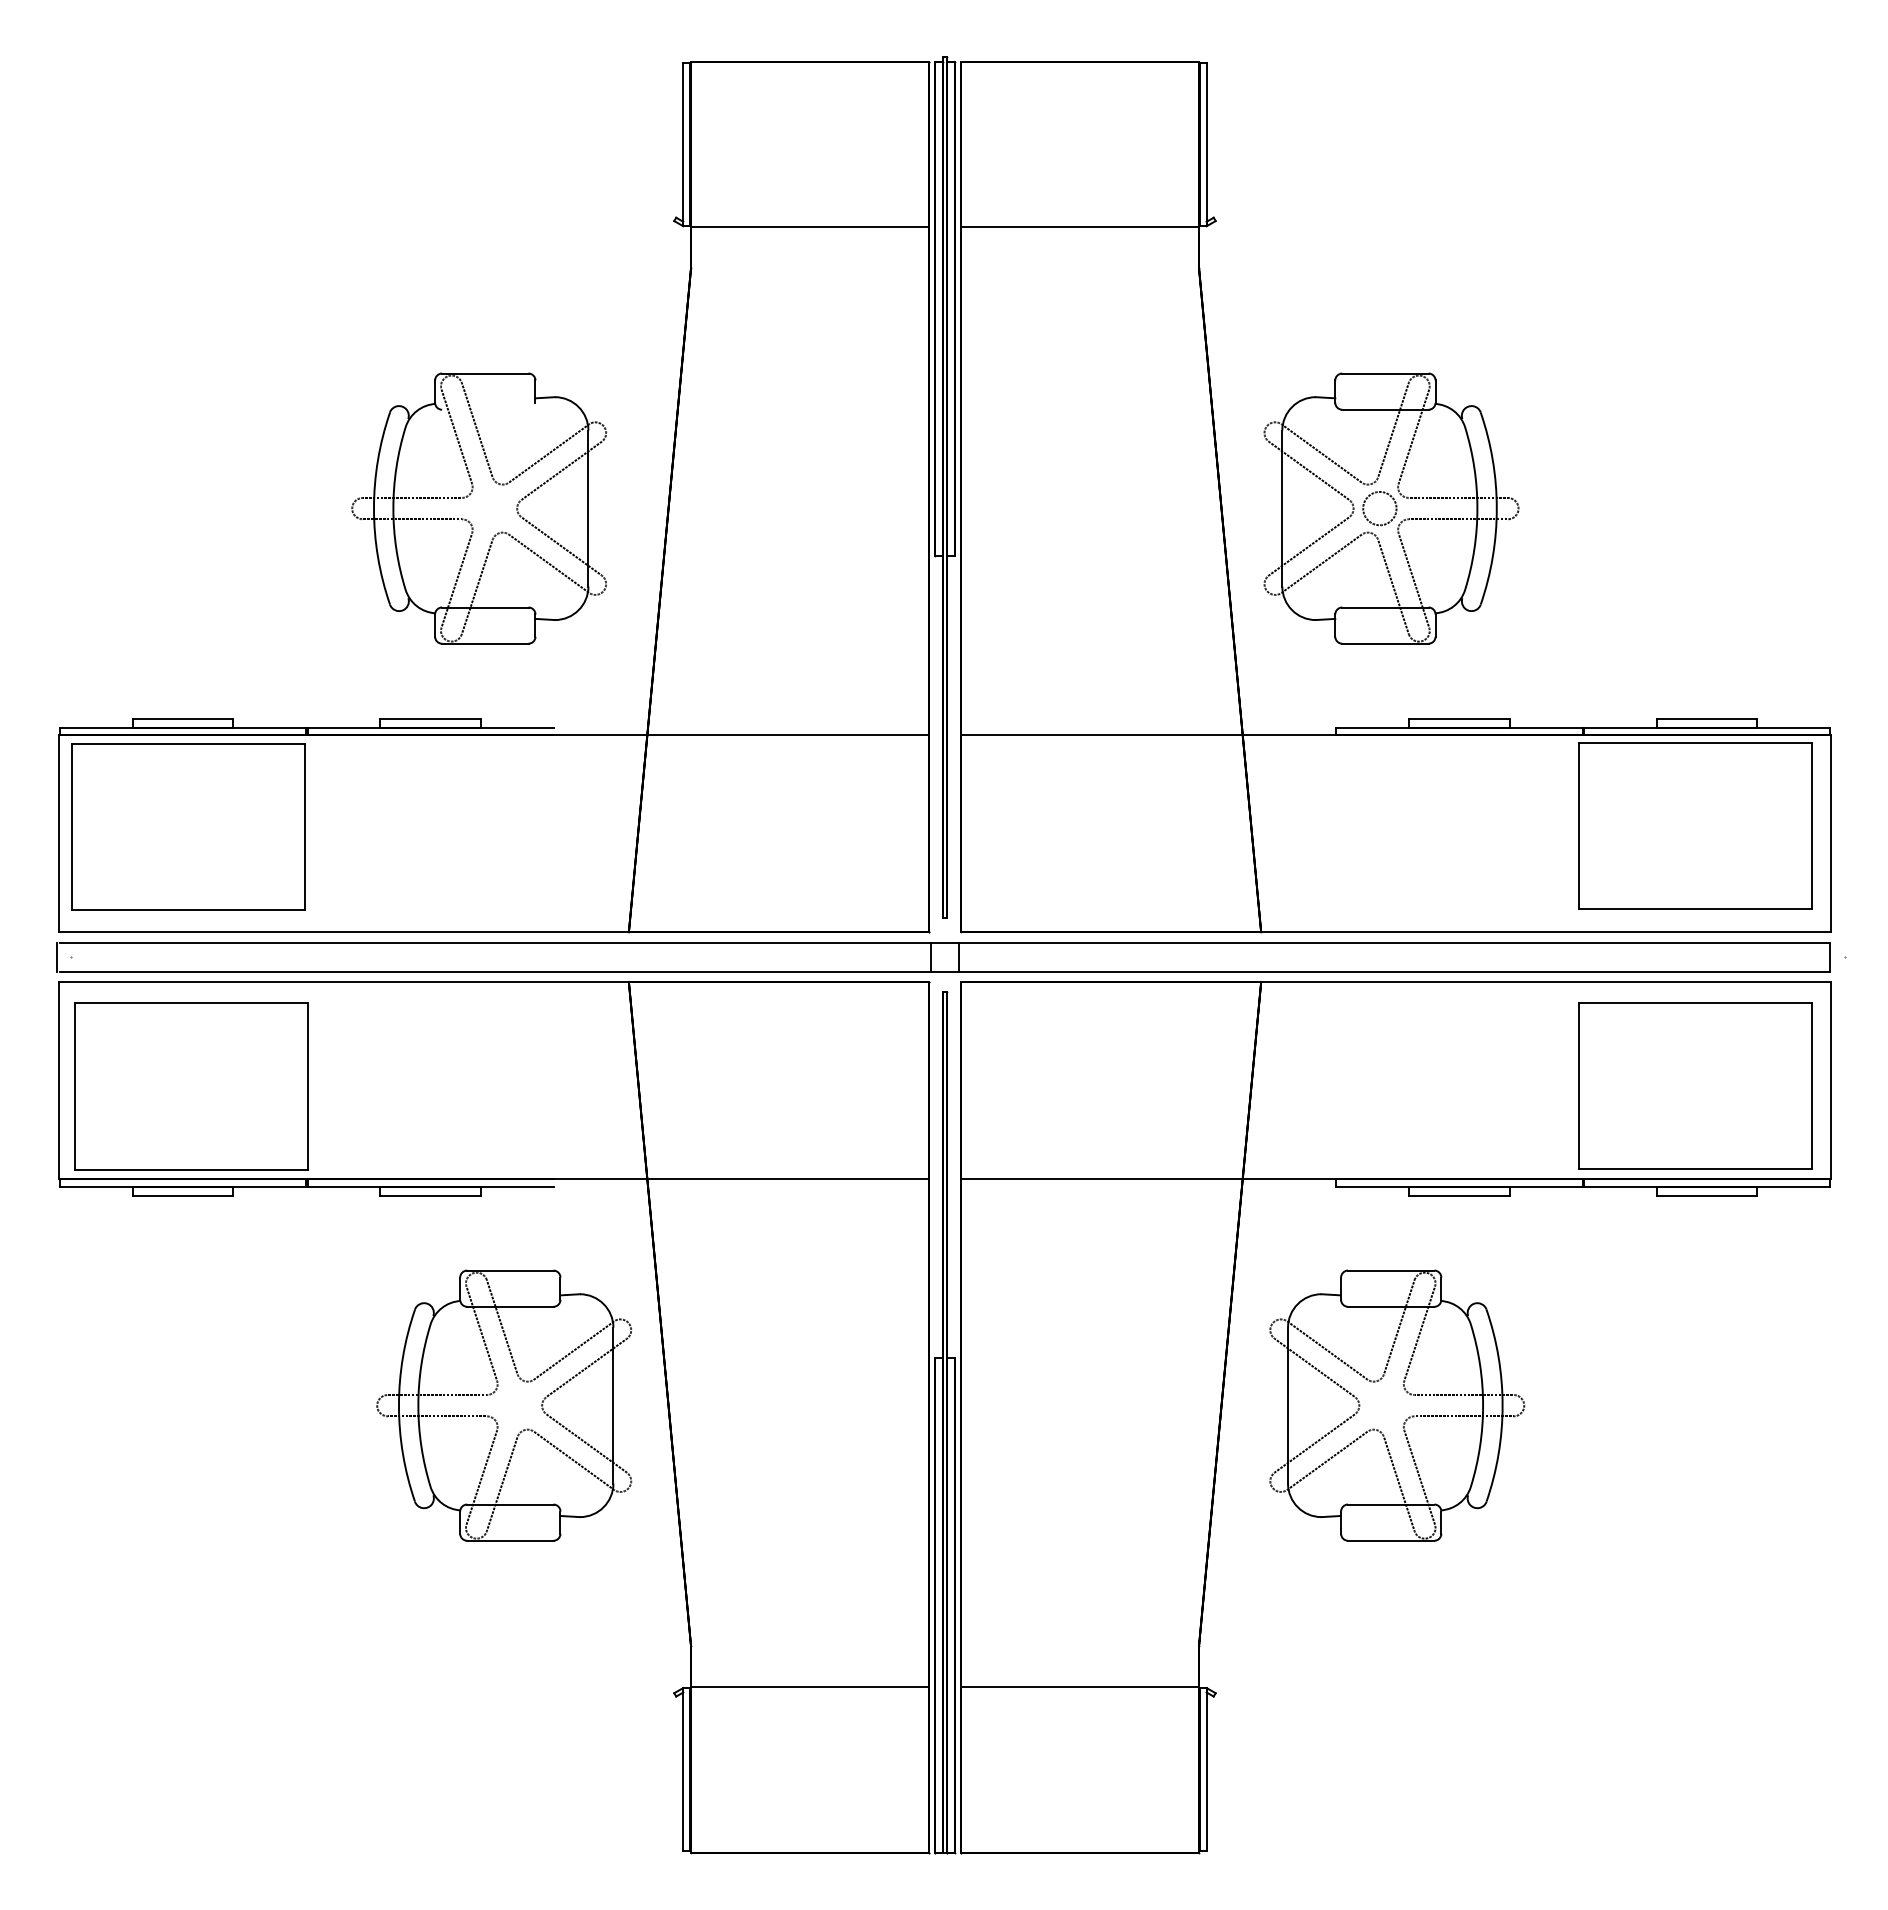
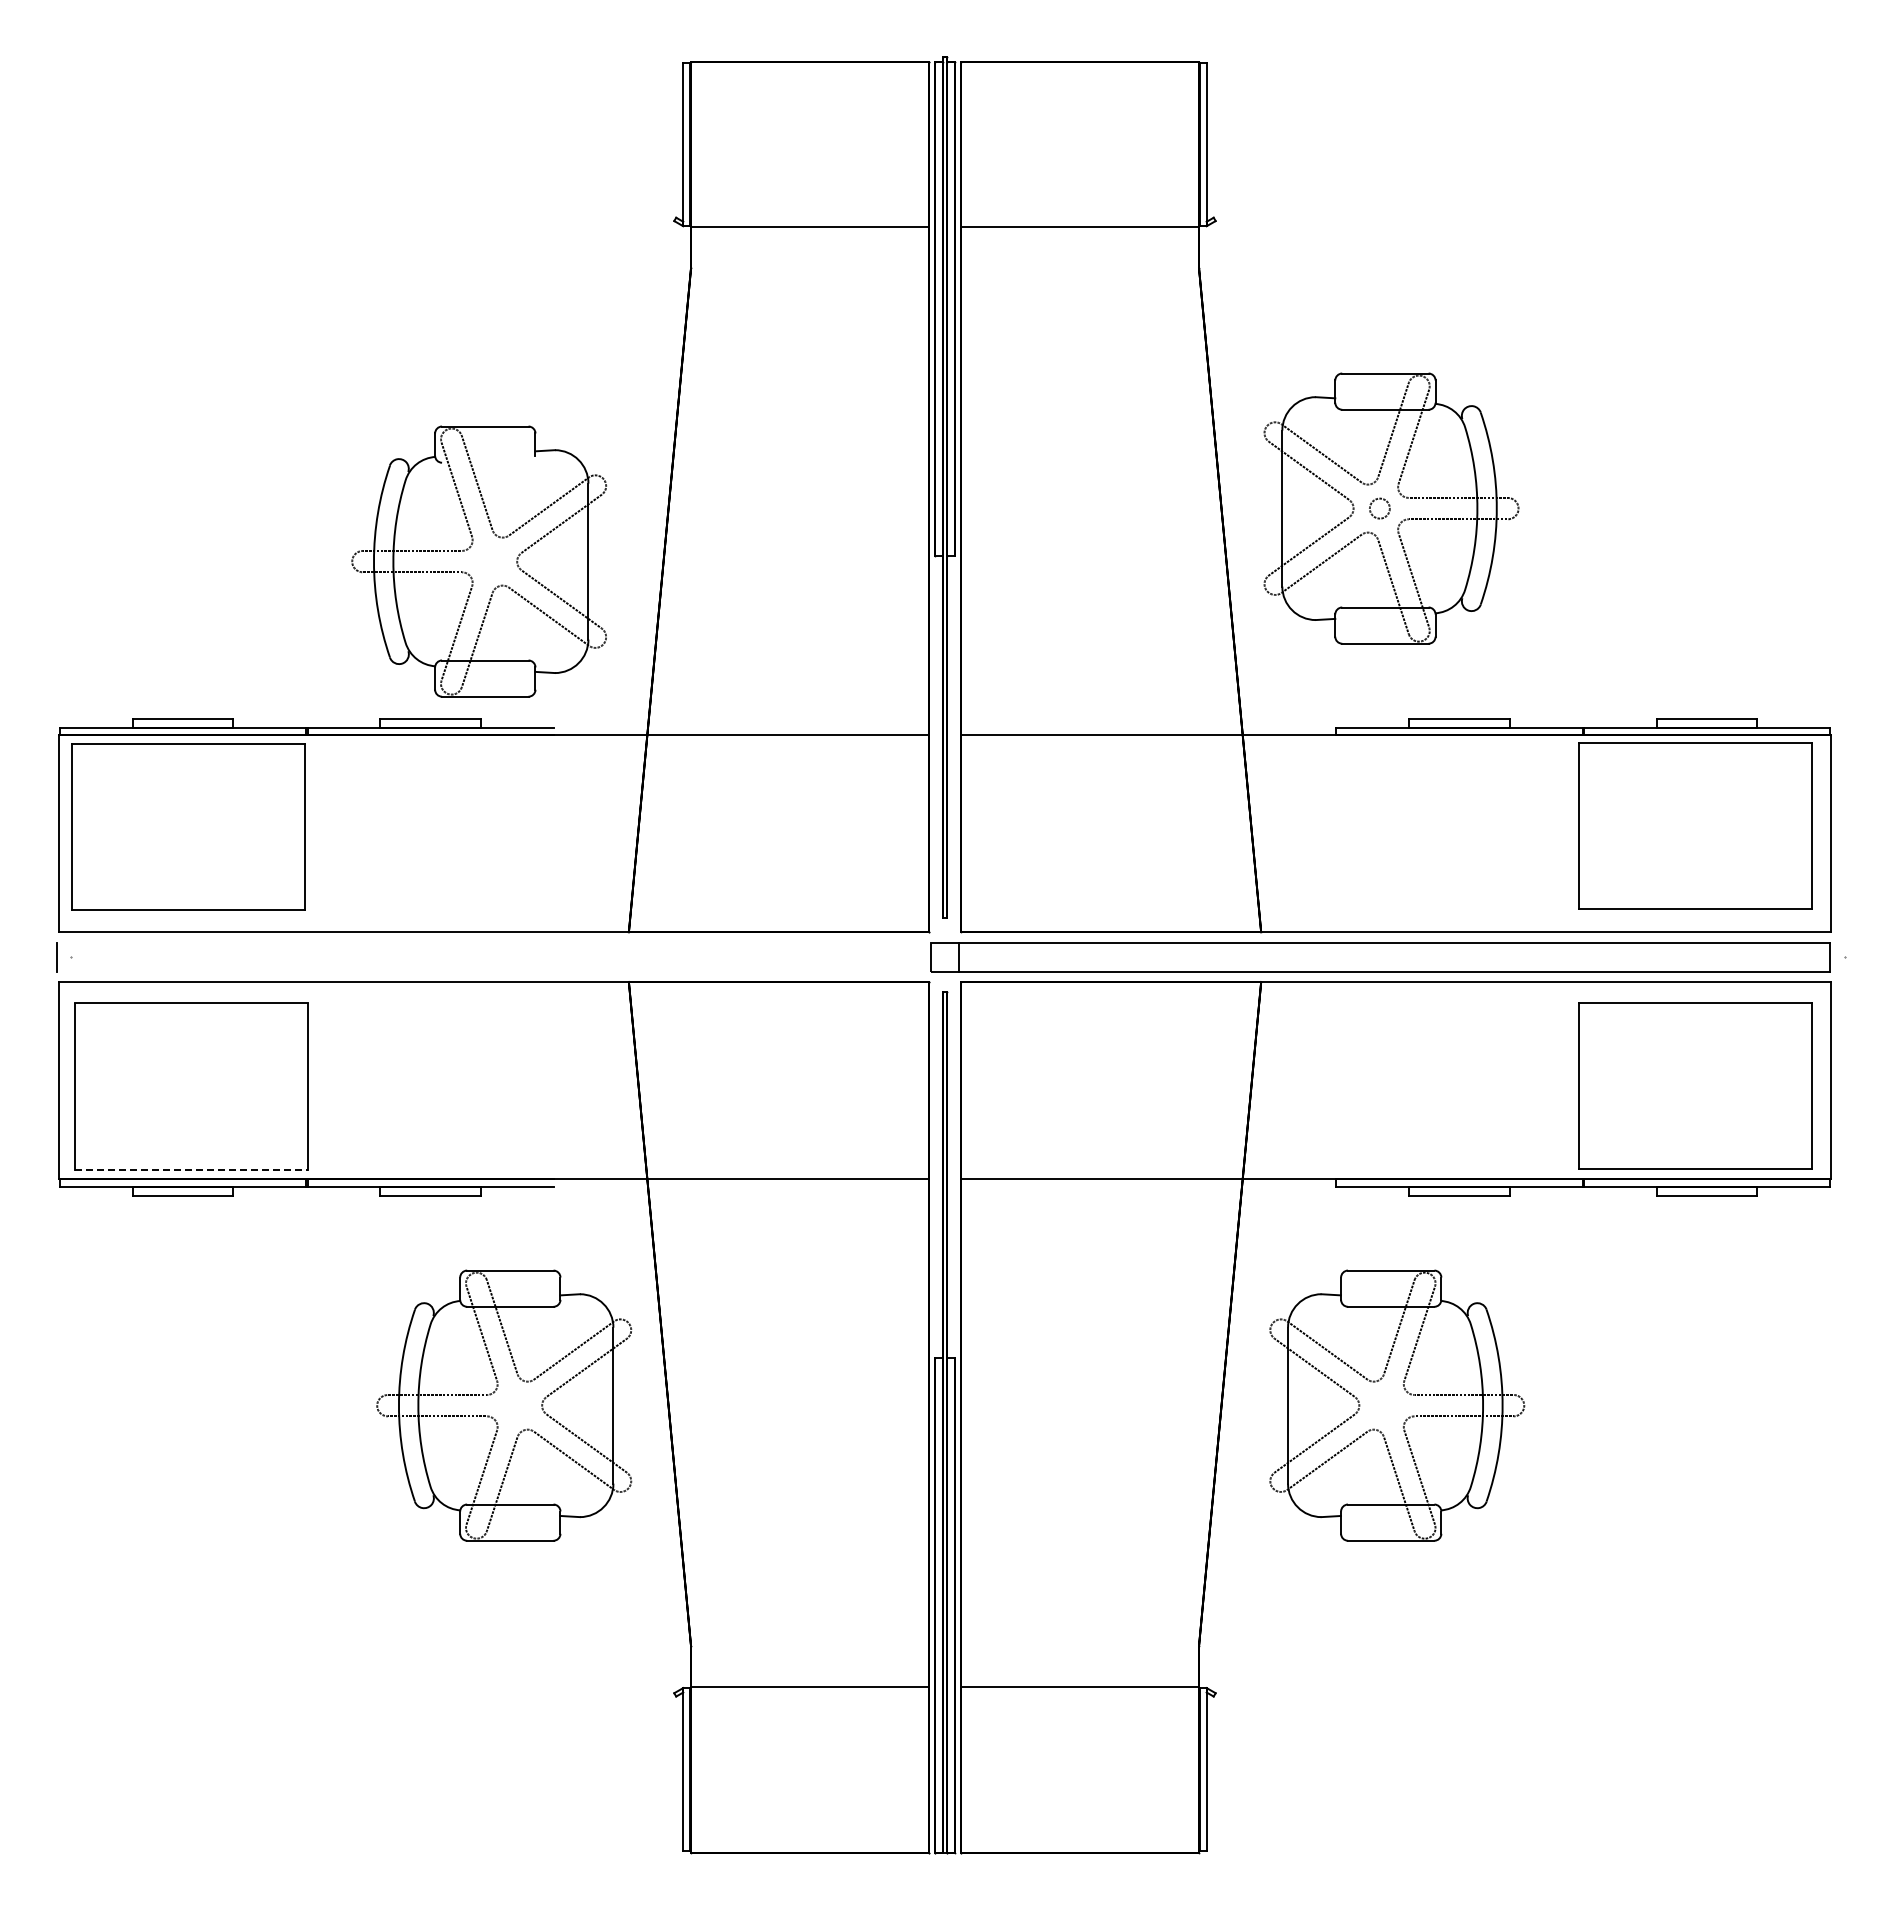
part at (478, 508) position: (478, 508) -> (478, 561)
circle at (1379, 508) diameter: 33 px -> 20 px
line at (494, 942): present -> none
line at (494, 971): present -> none
line at (191, 1169): solid -> dashed
